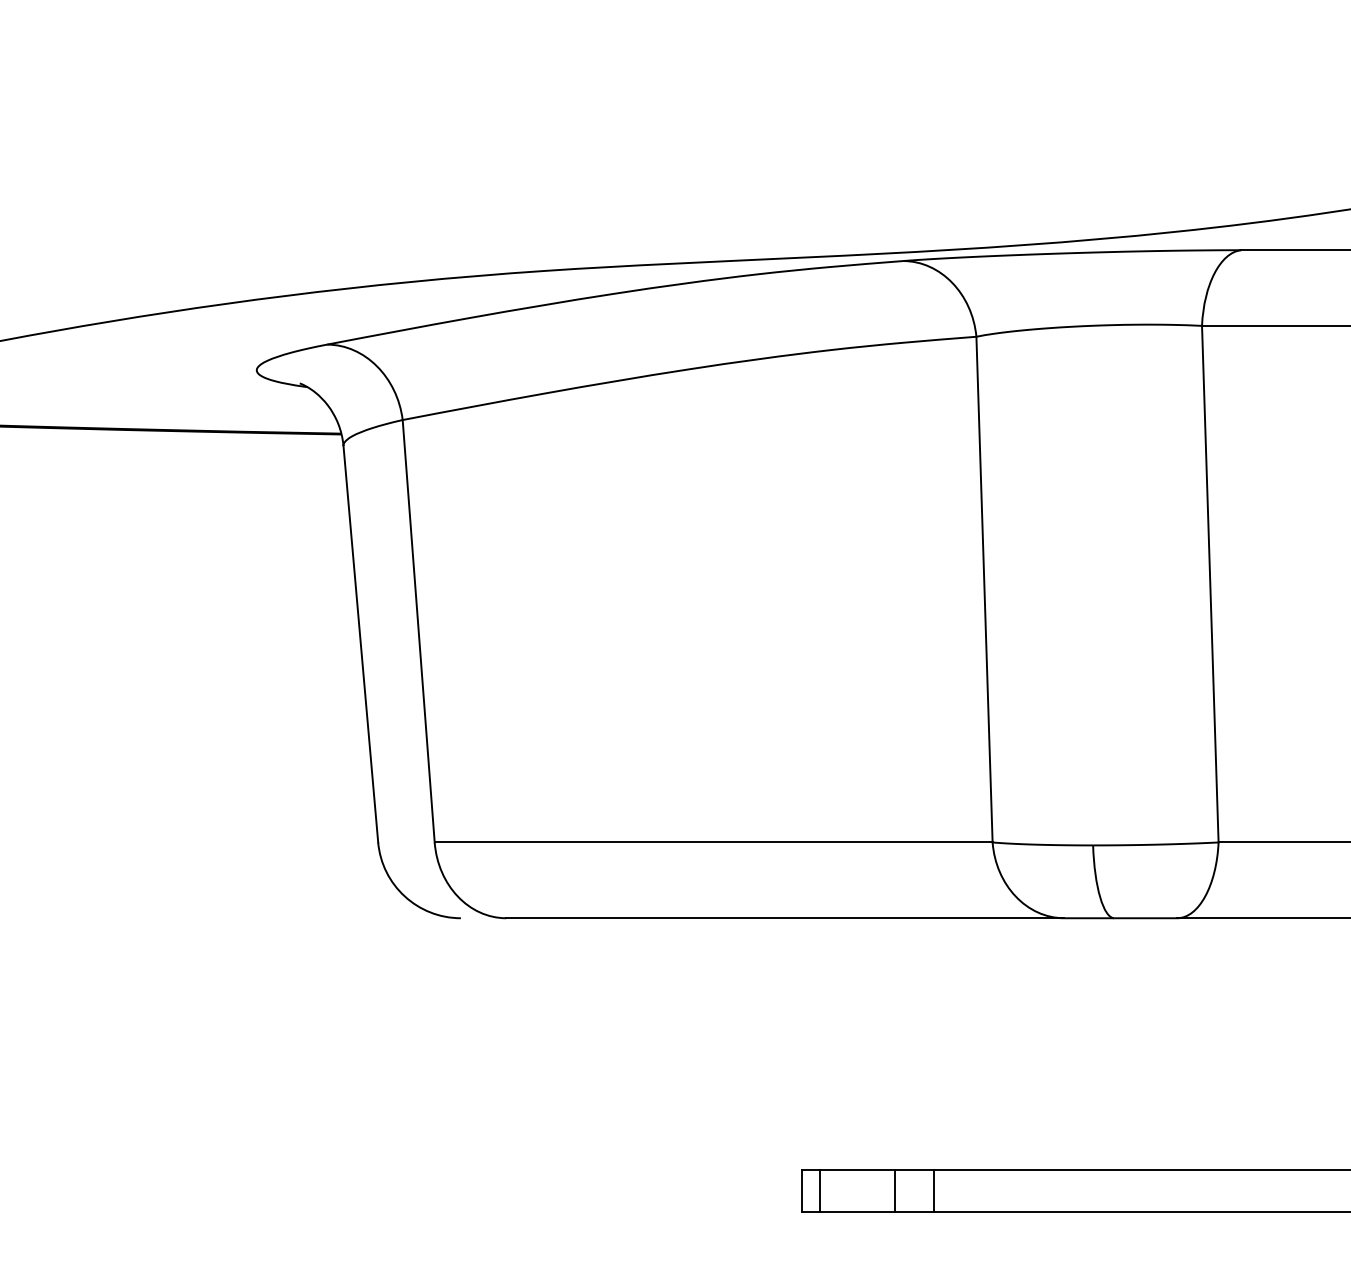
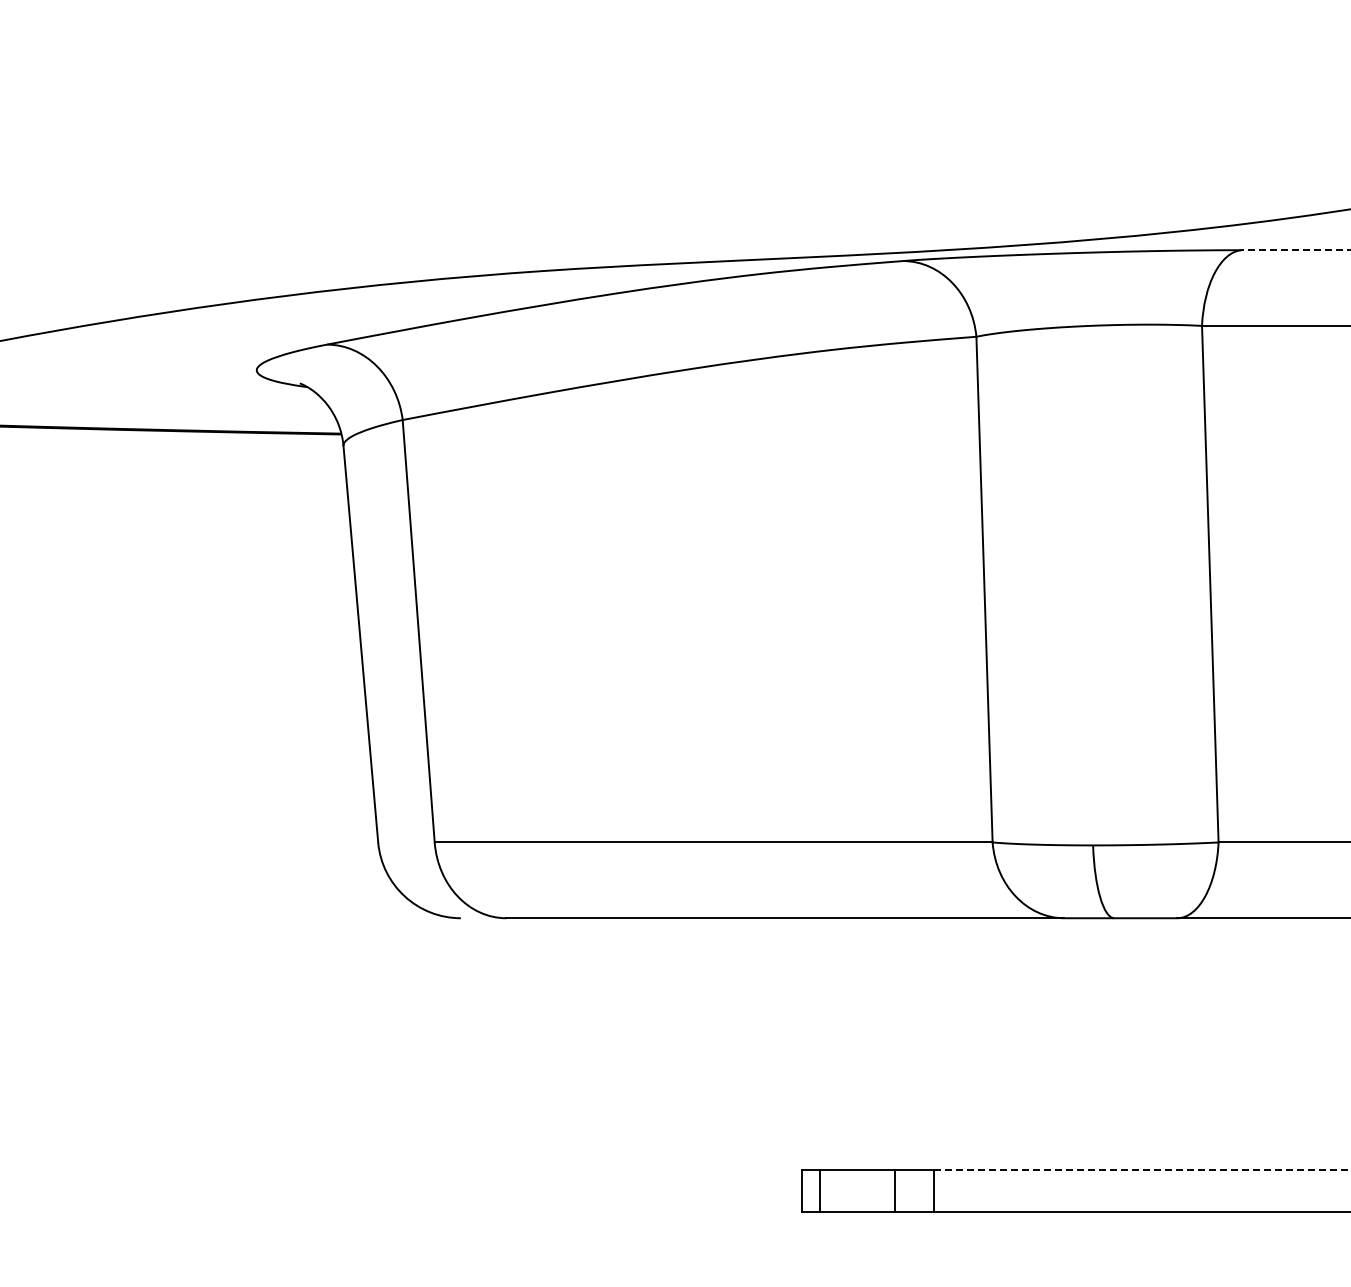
line at (1295, 250): solid -> dashed
line at (1142, 1170): solid -> dashed
